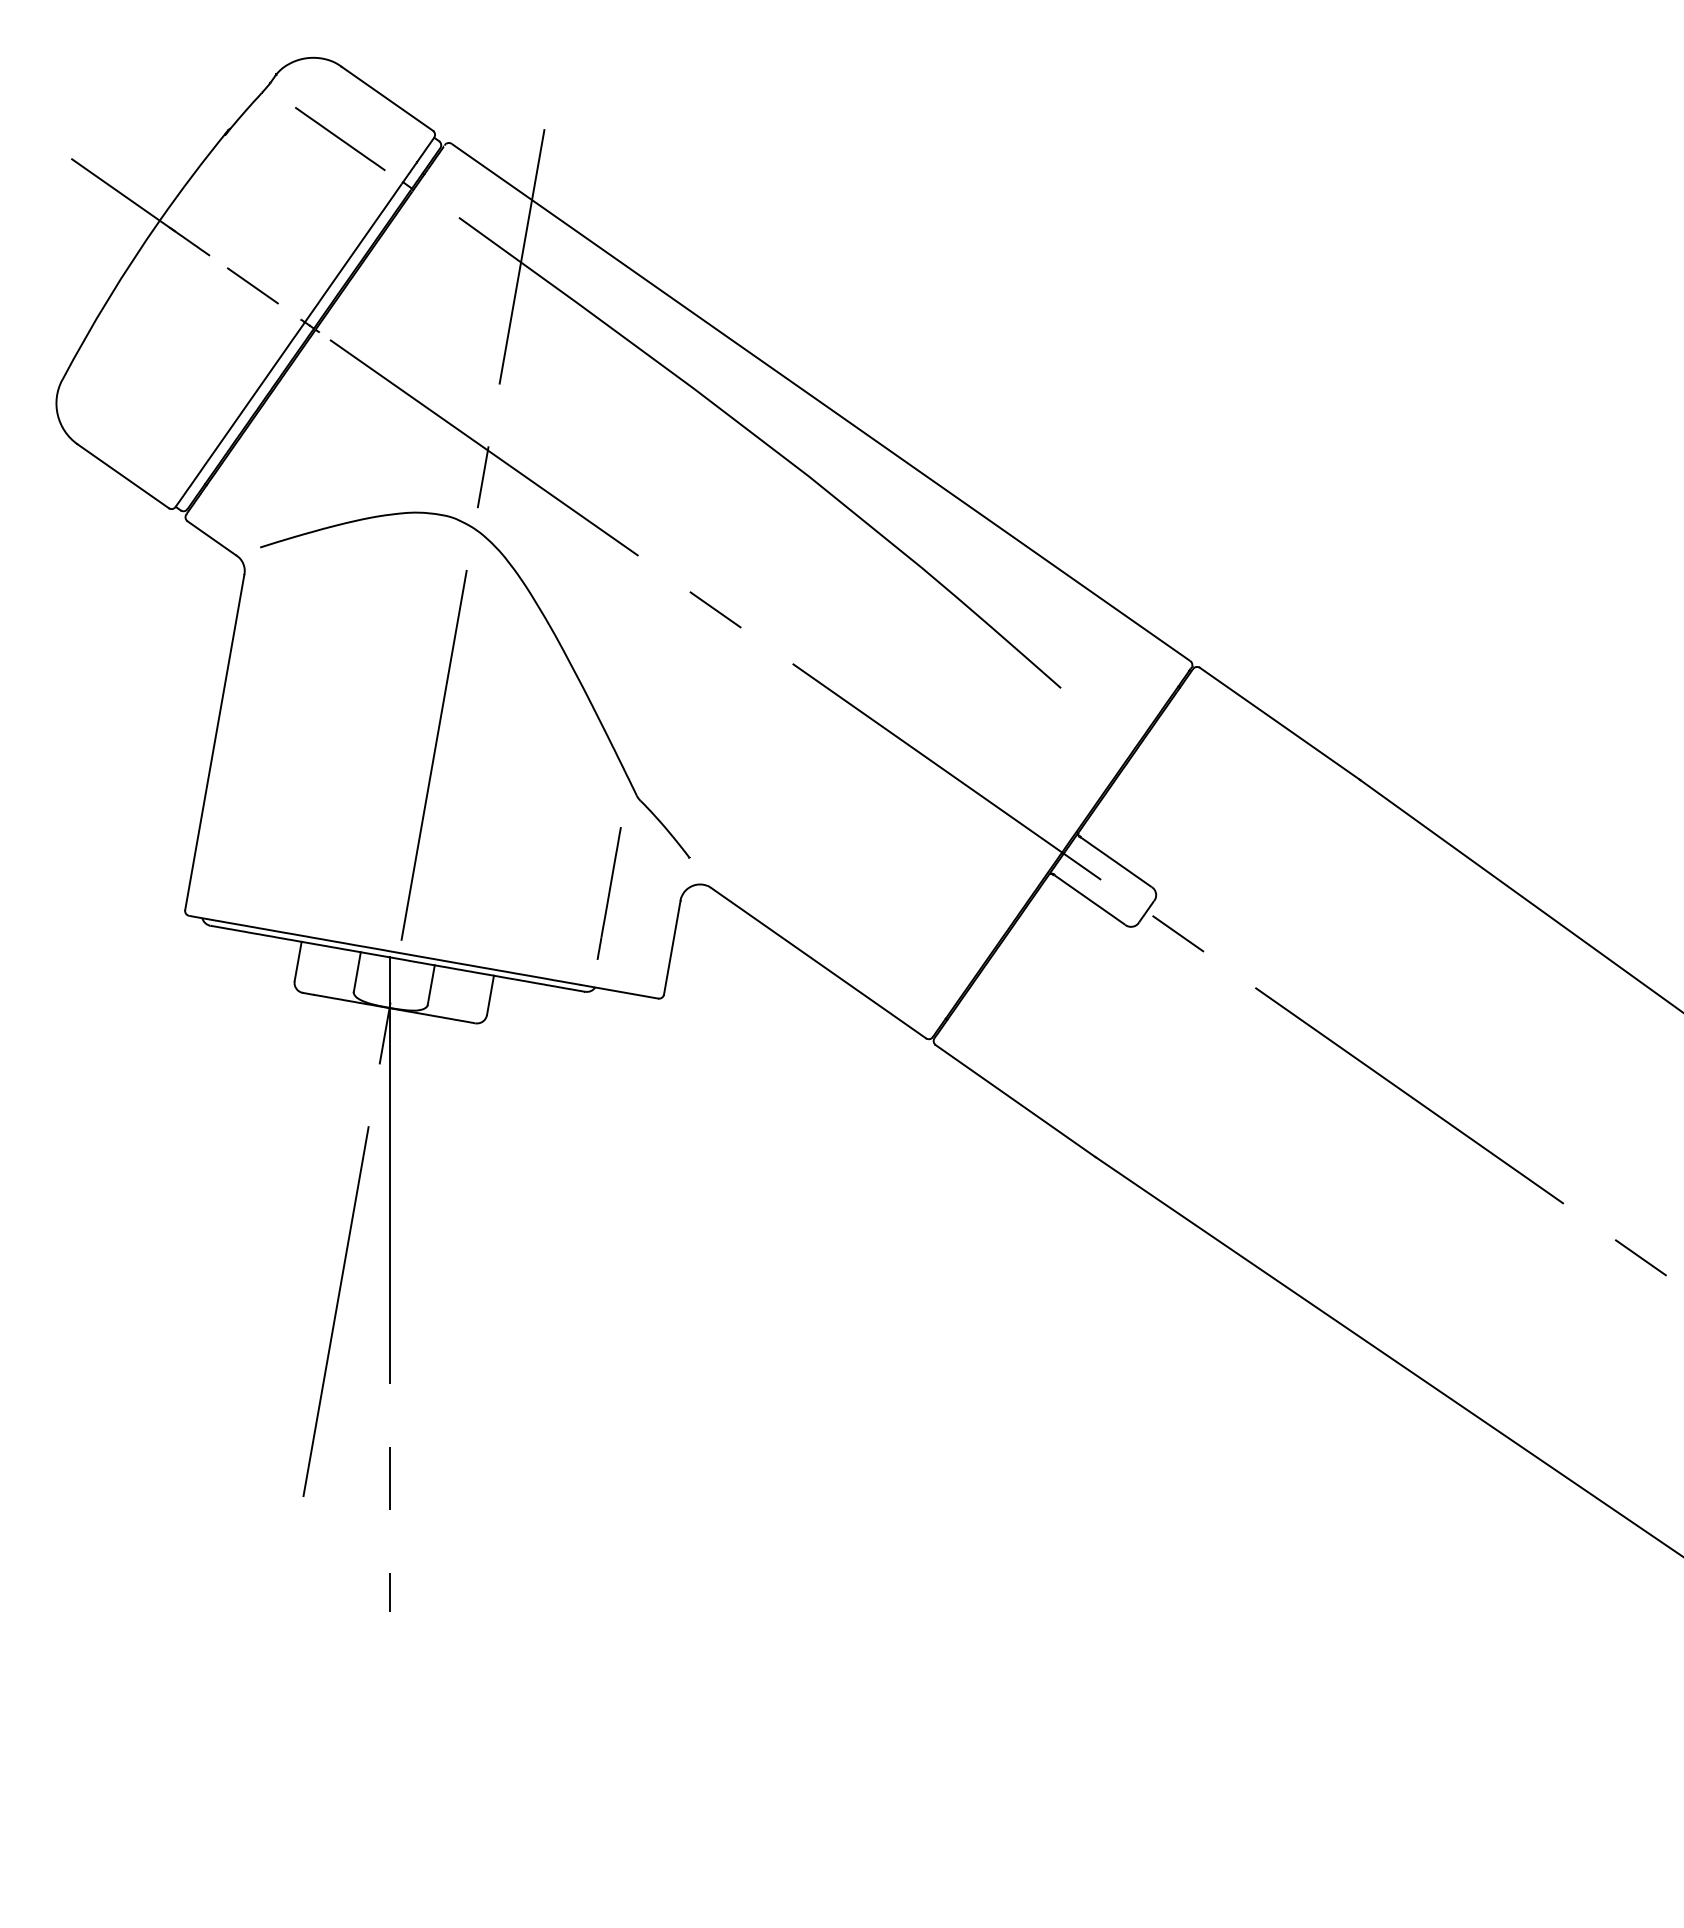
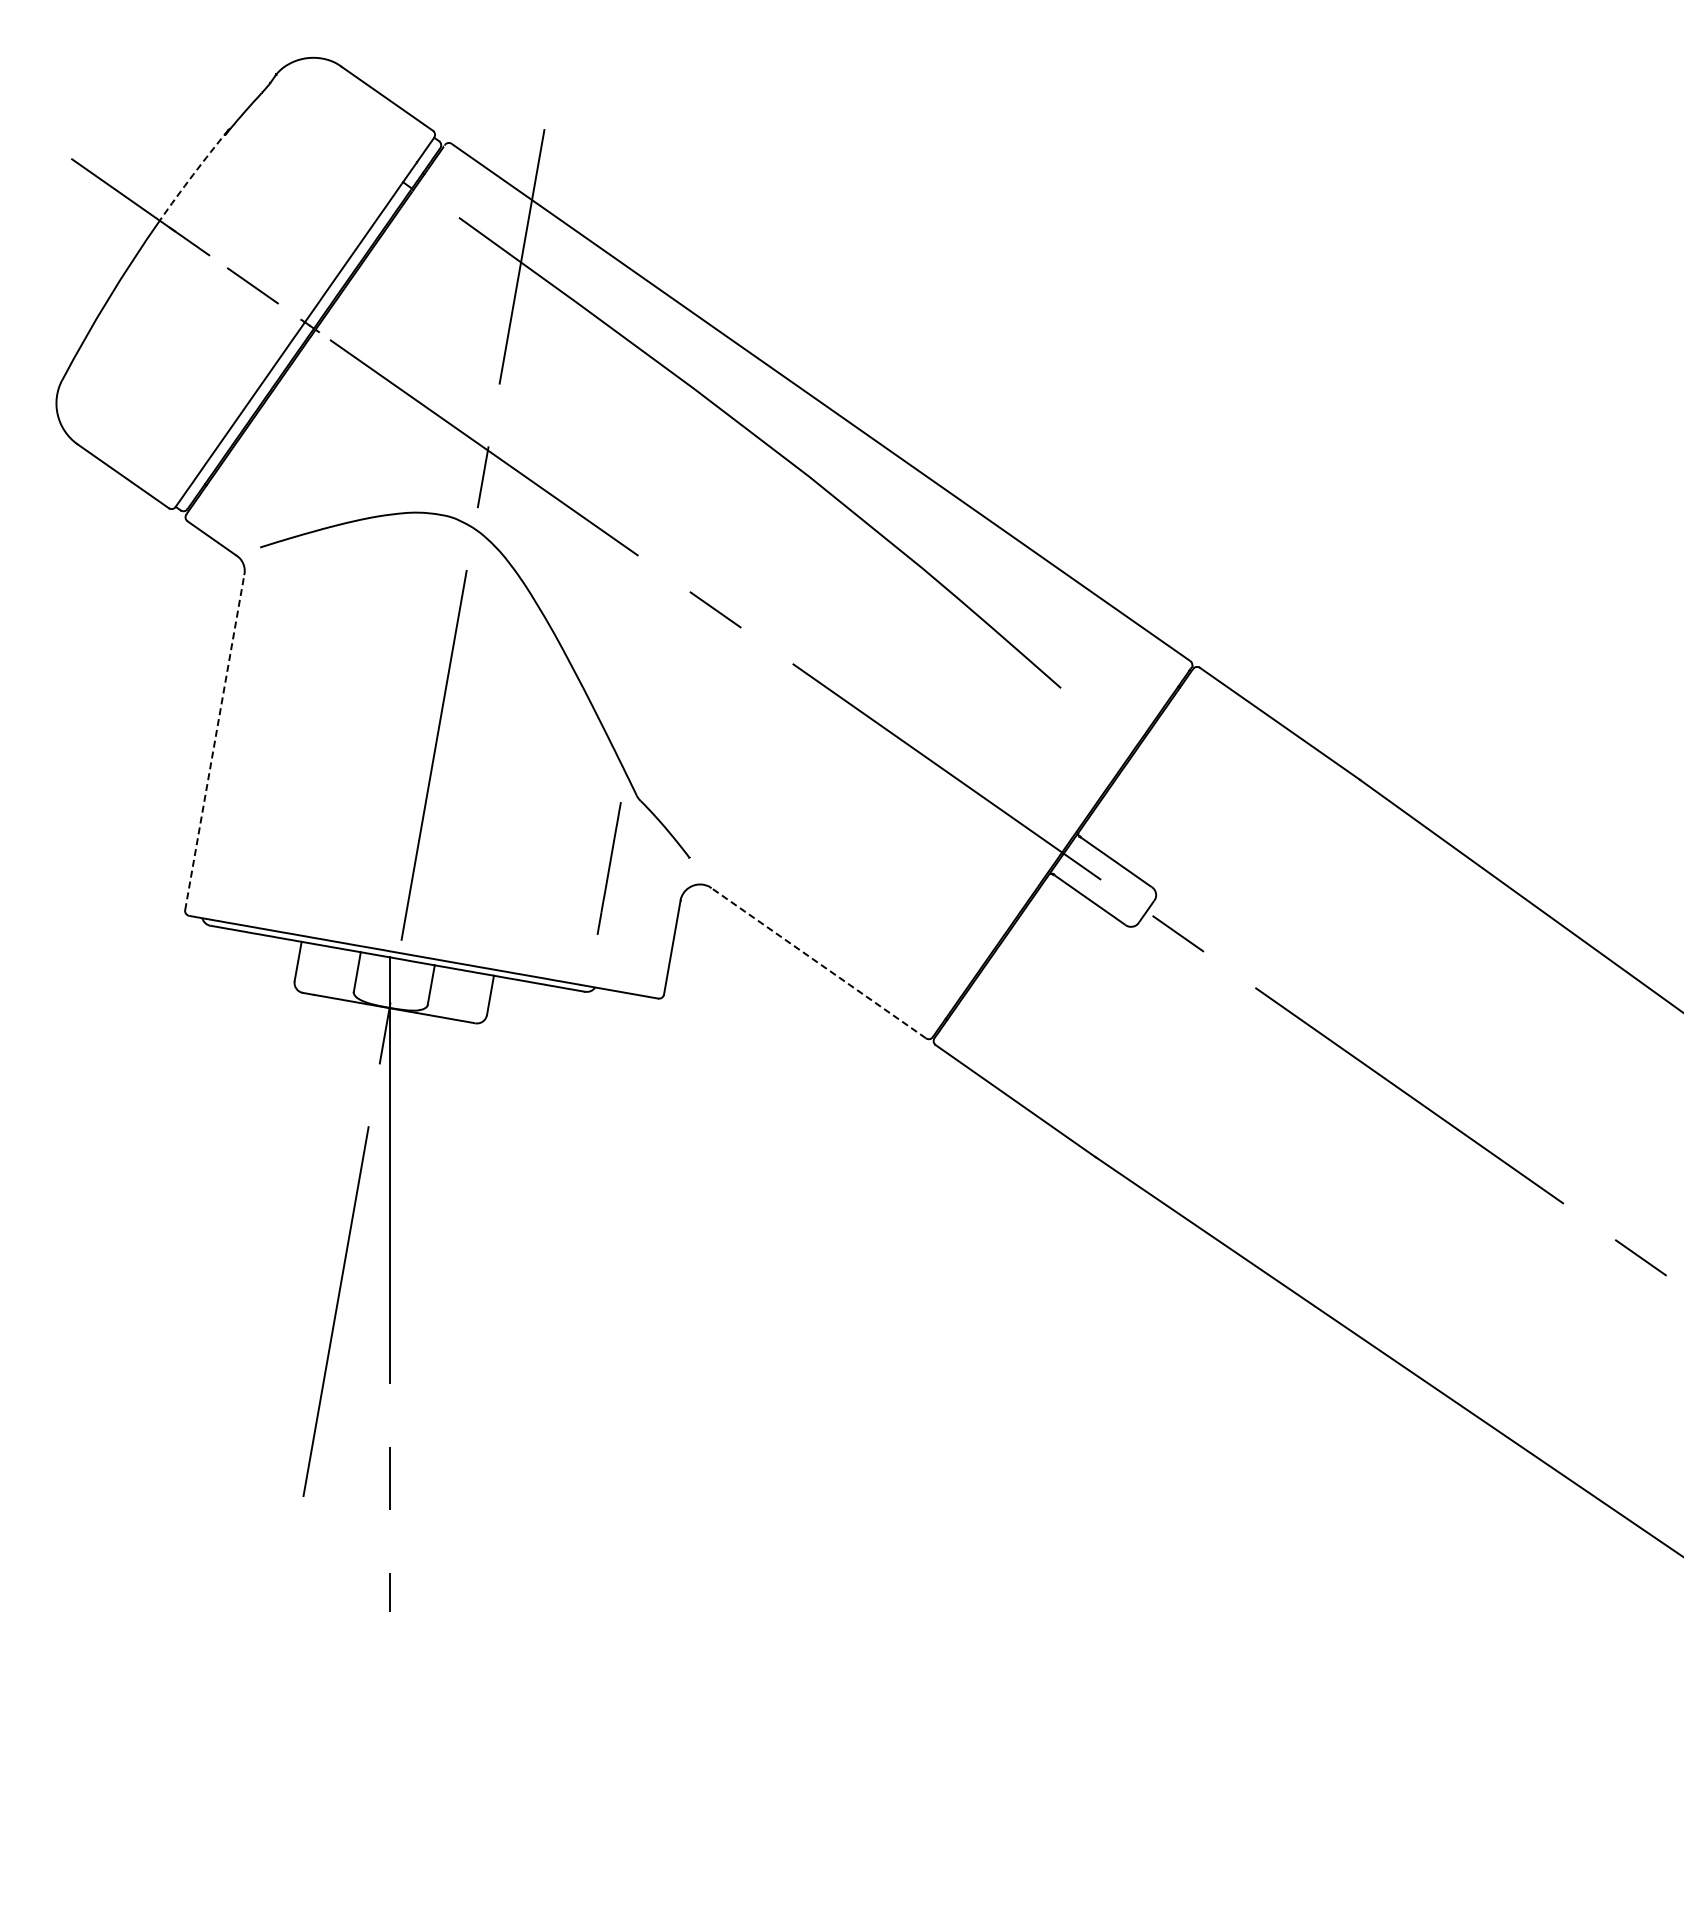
line at (340, 139): present -> none
arc at (193, 174): solid -> dashed
line at (214, 742): solid -> dashed
line at (608, 893) position: (608, 893) -> (608, 868)
line at (818, 963): solid -> dashed
